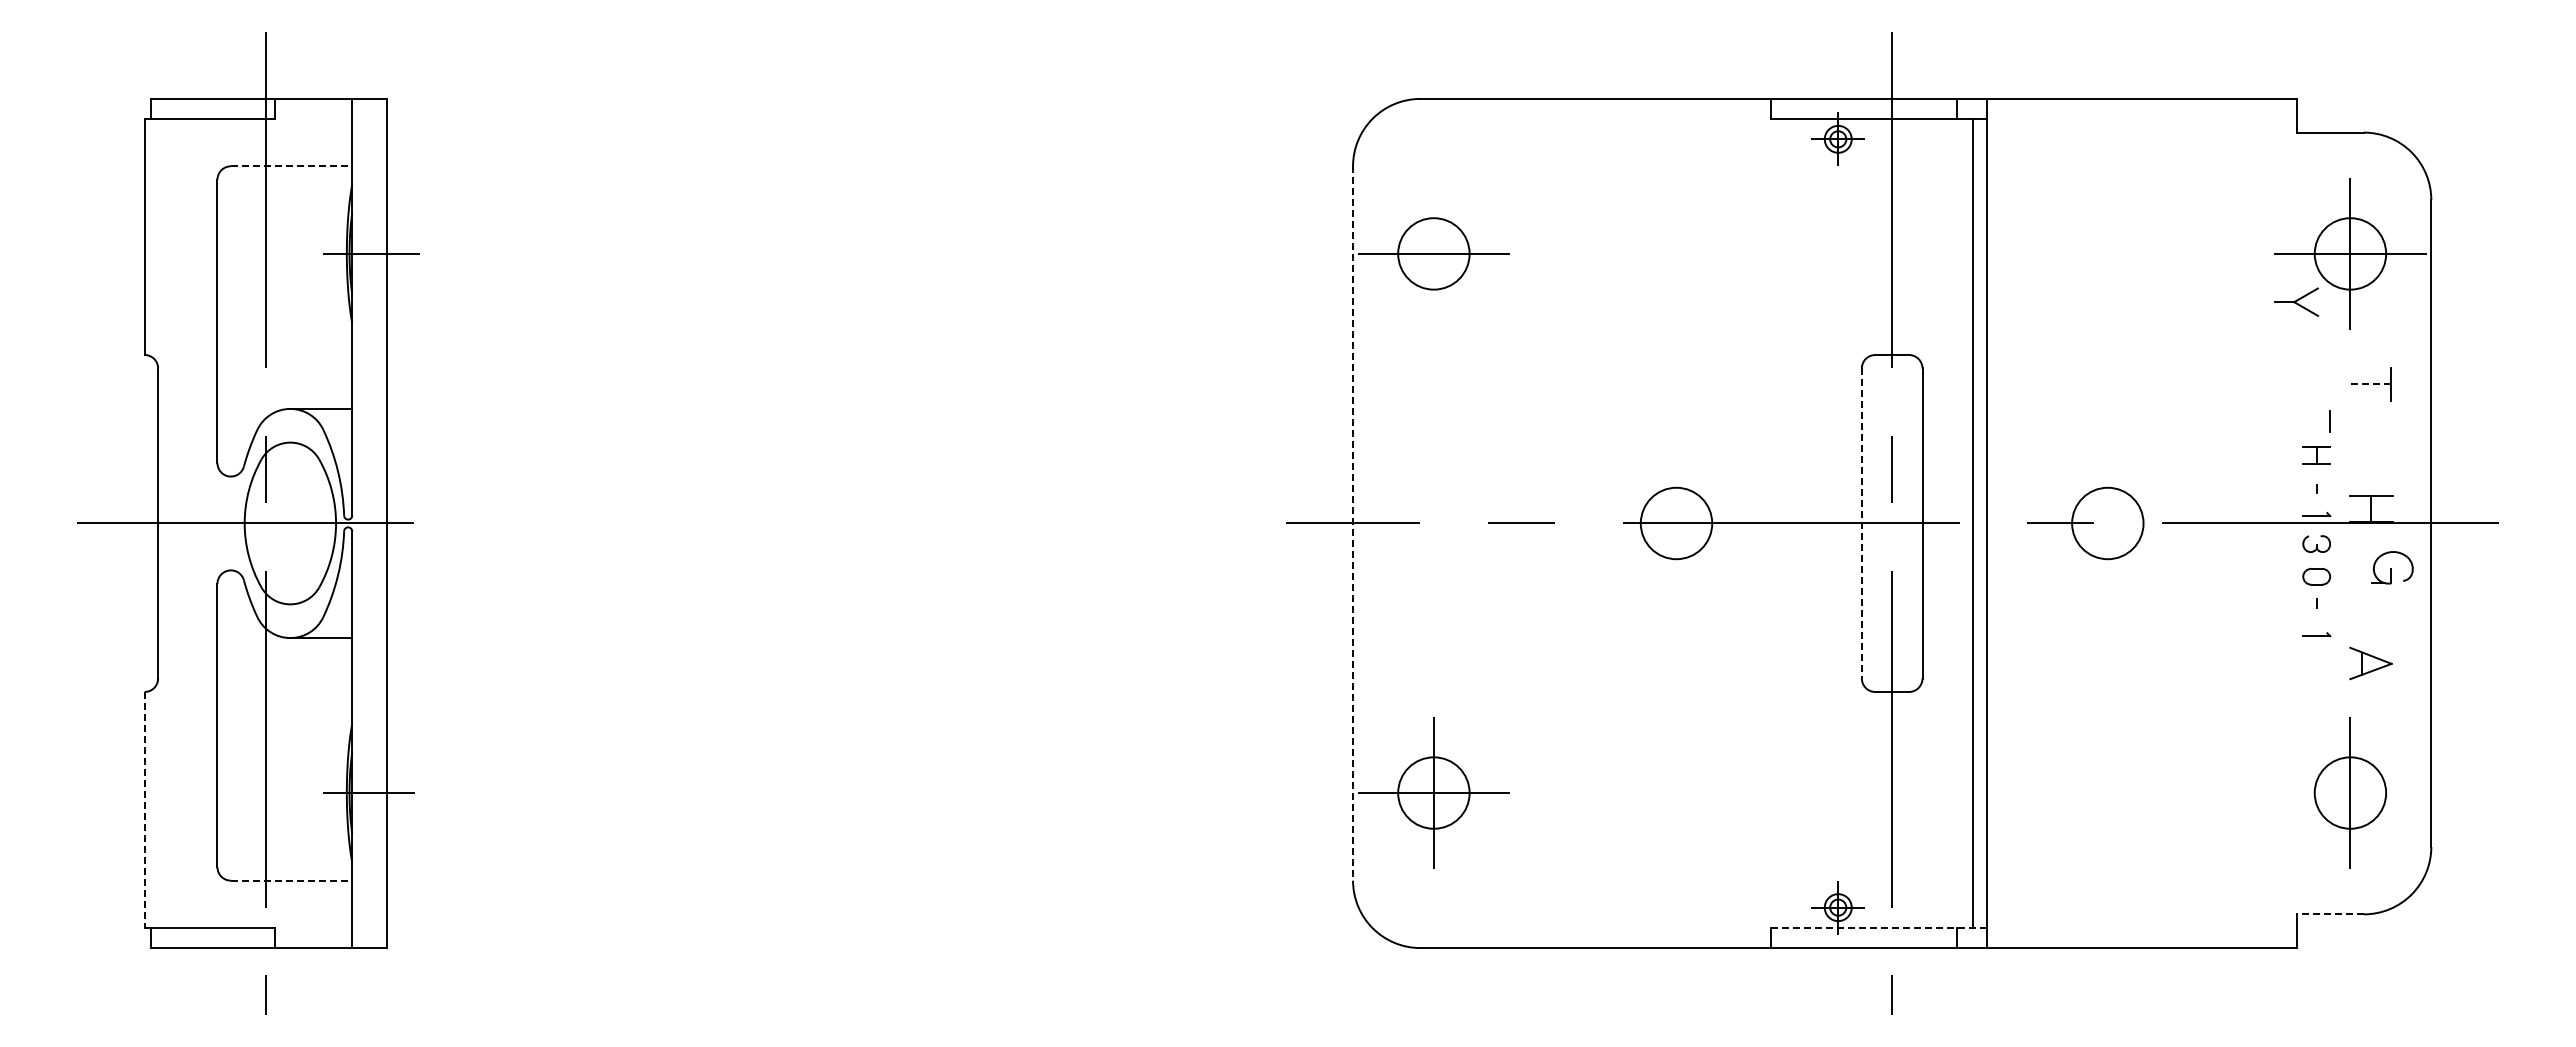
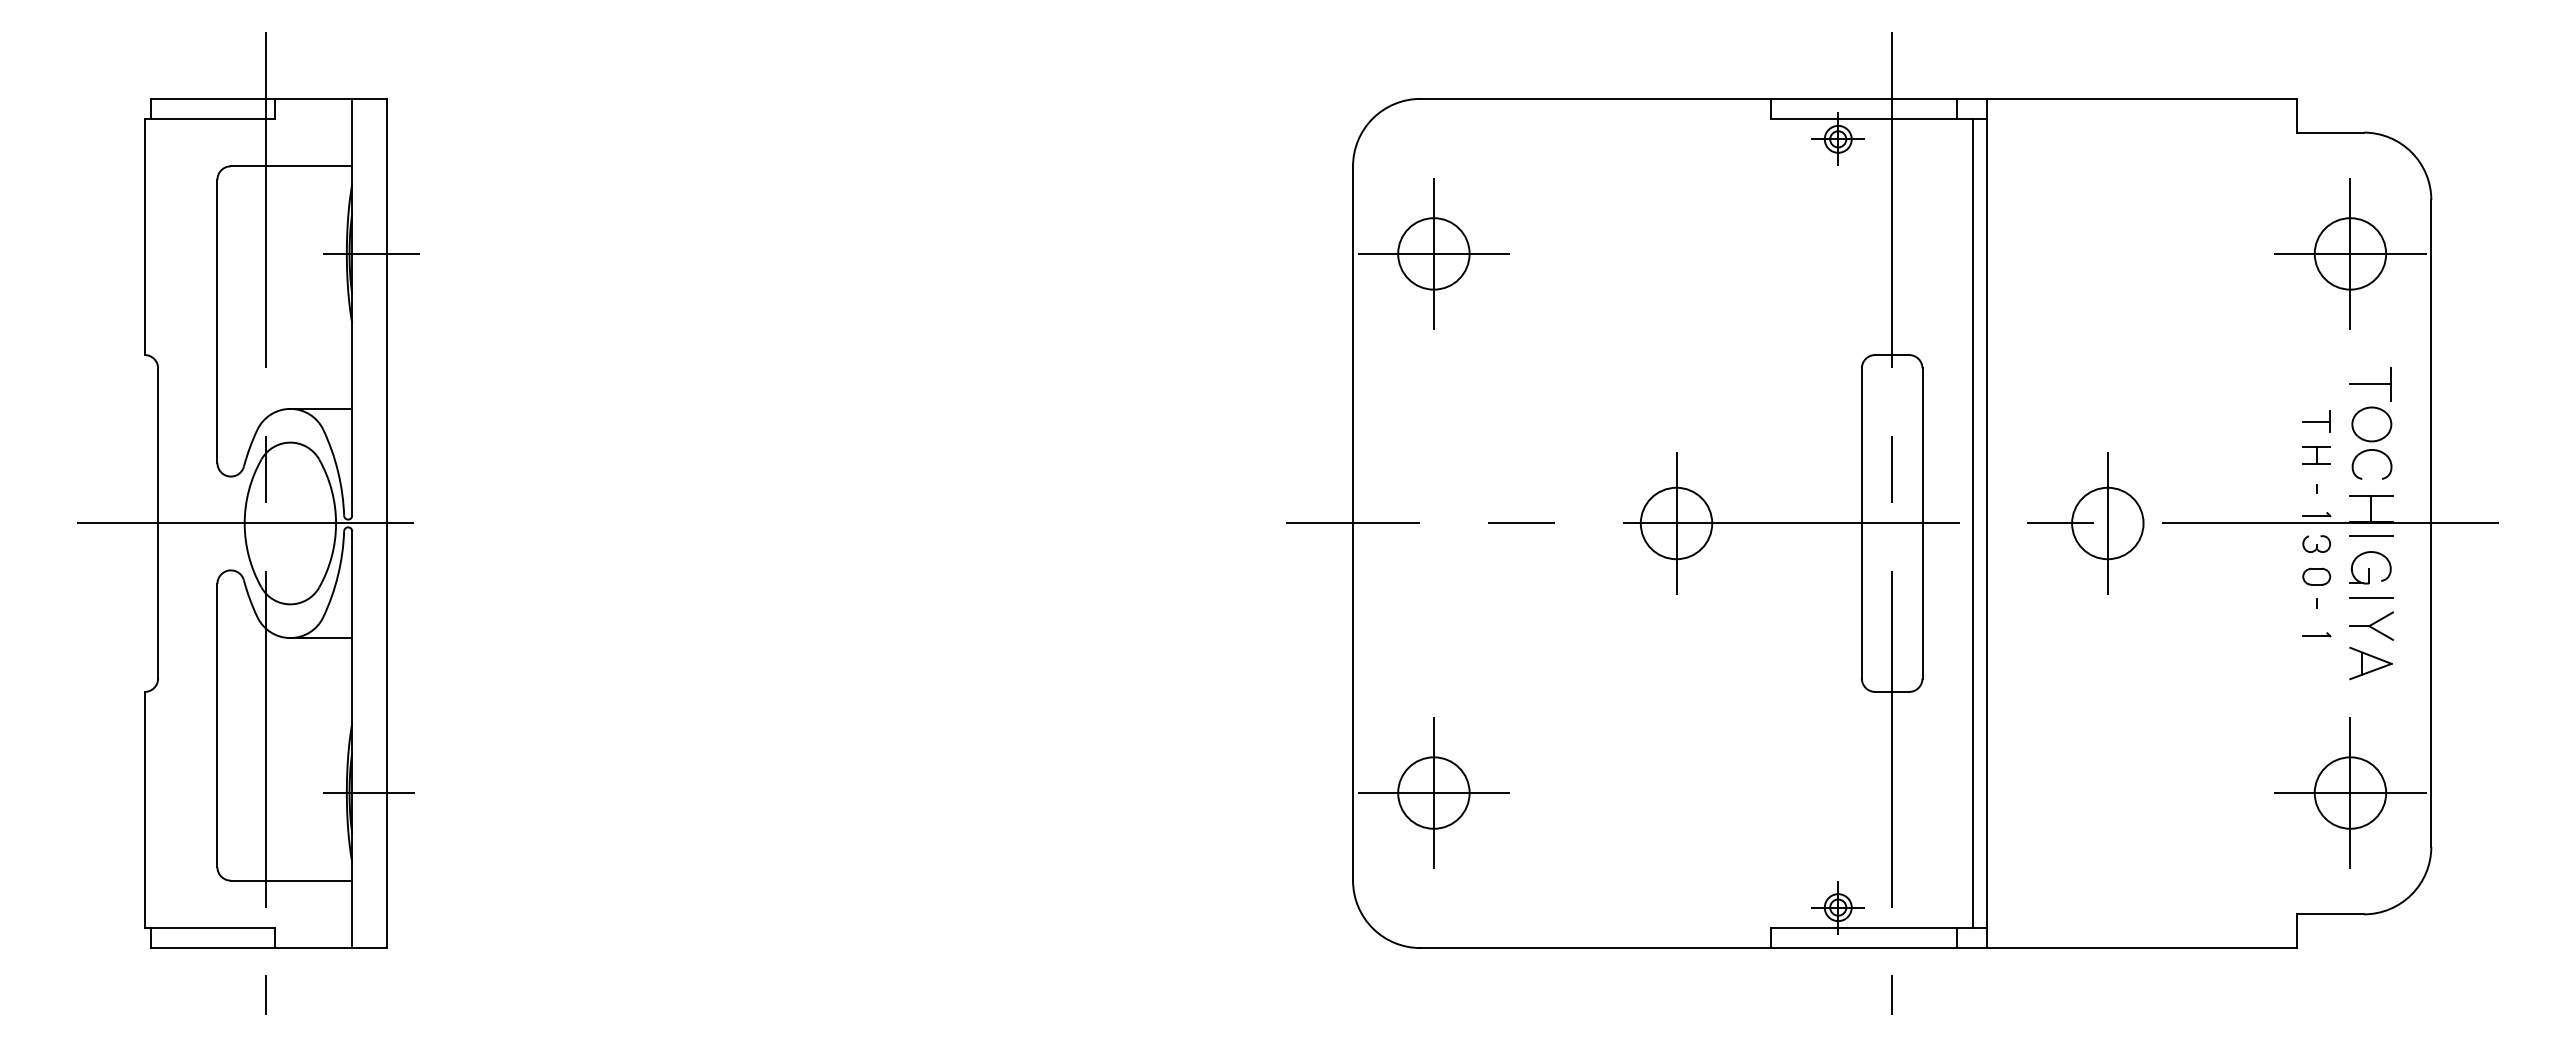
line at (291, 166): dashed -> solid
line at (1433, 253): none -> present
part at (2296, 301) position: (2296, 301) -> (2371, 625)
line at (2370, 384): dashed -> solid
line at (2316, 421): none -> present
part at (2371, 442): none -> present
line at (1353, 523): dashed -> solid
line at (1676, 523): none -> present
line at (1861, 523): dashed -> solid
line at (2107, 523): none -> present
line at (2371, 535): none -> present
part at (2392, 567) position: (2392, 567) -> (2370, 567)
line at (2371, 597): none -> present
line at (2350, 793): none -> present
line at (144, 809): dashed -> solid
line at (291, 880): dashed -> solid
line at (2330, 914): dashed -> solid
line at (1878, 927): dashed -> solid
